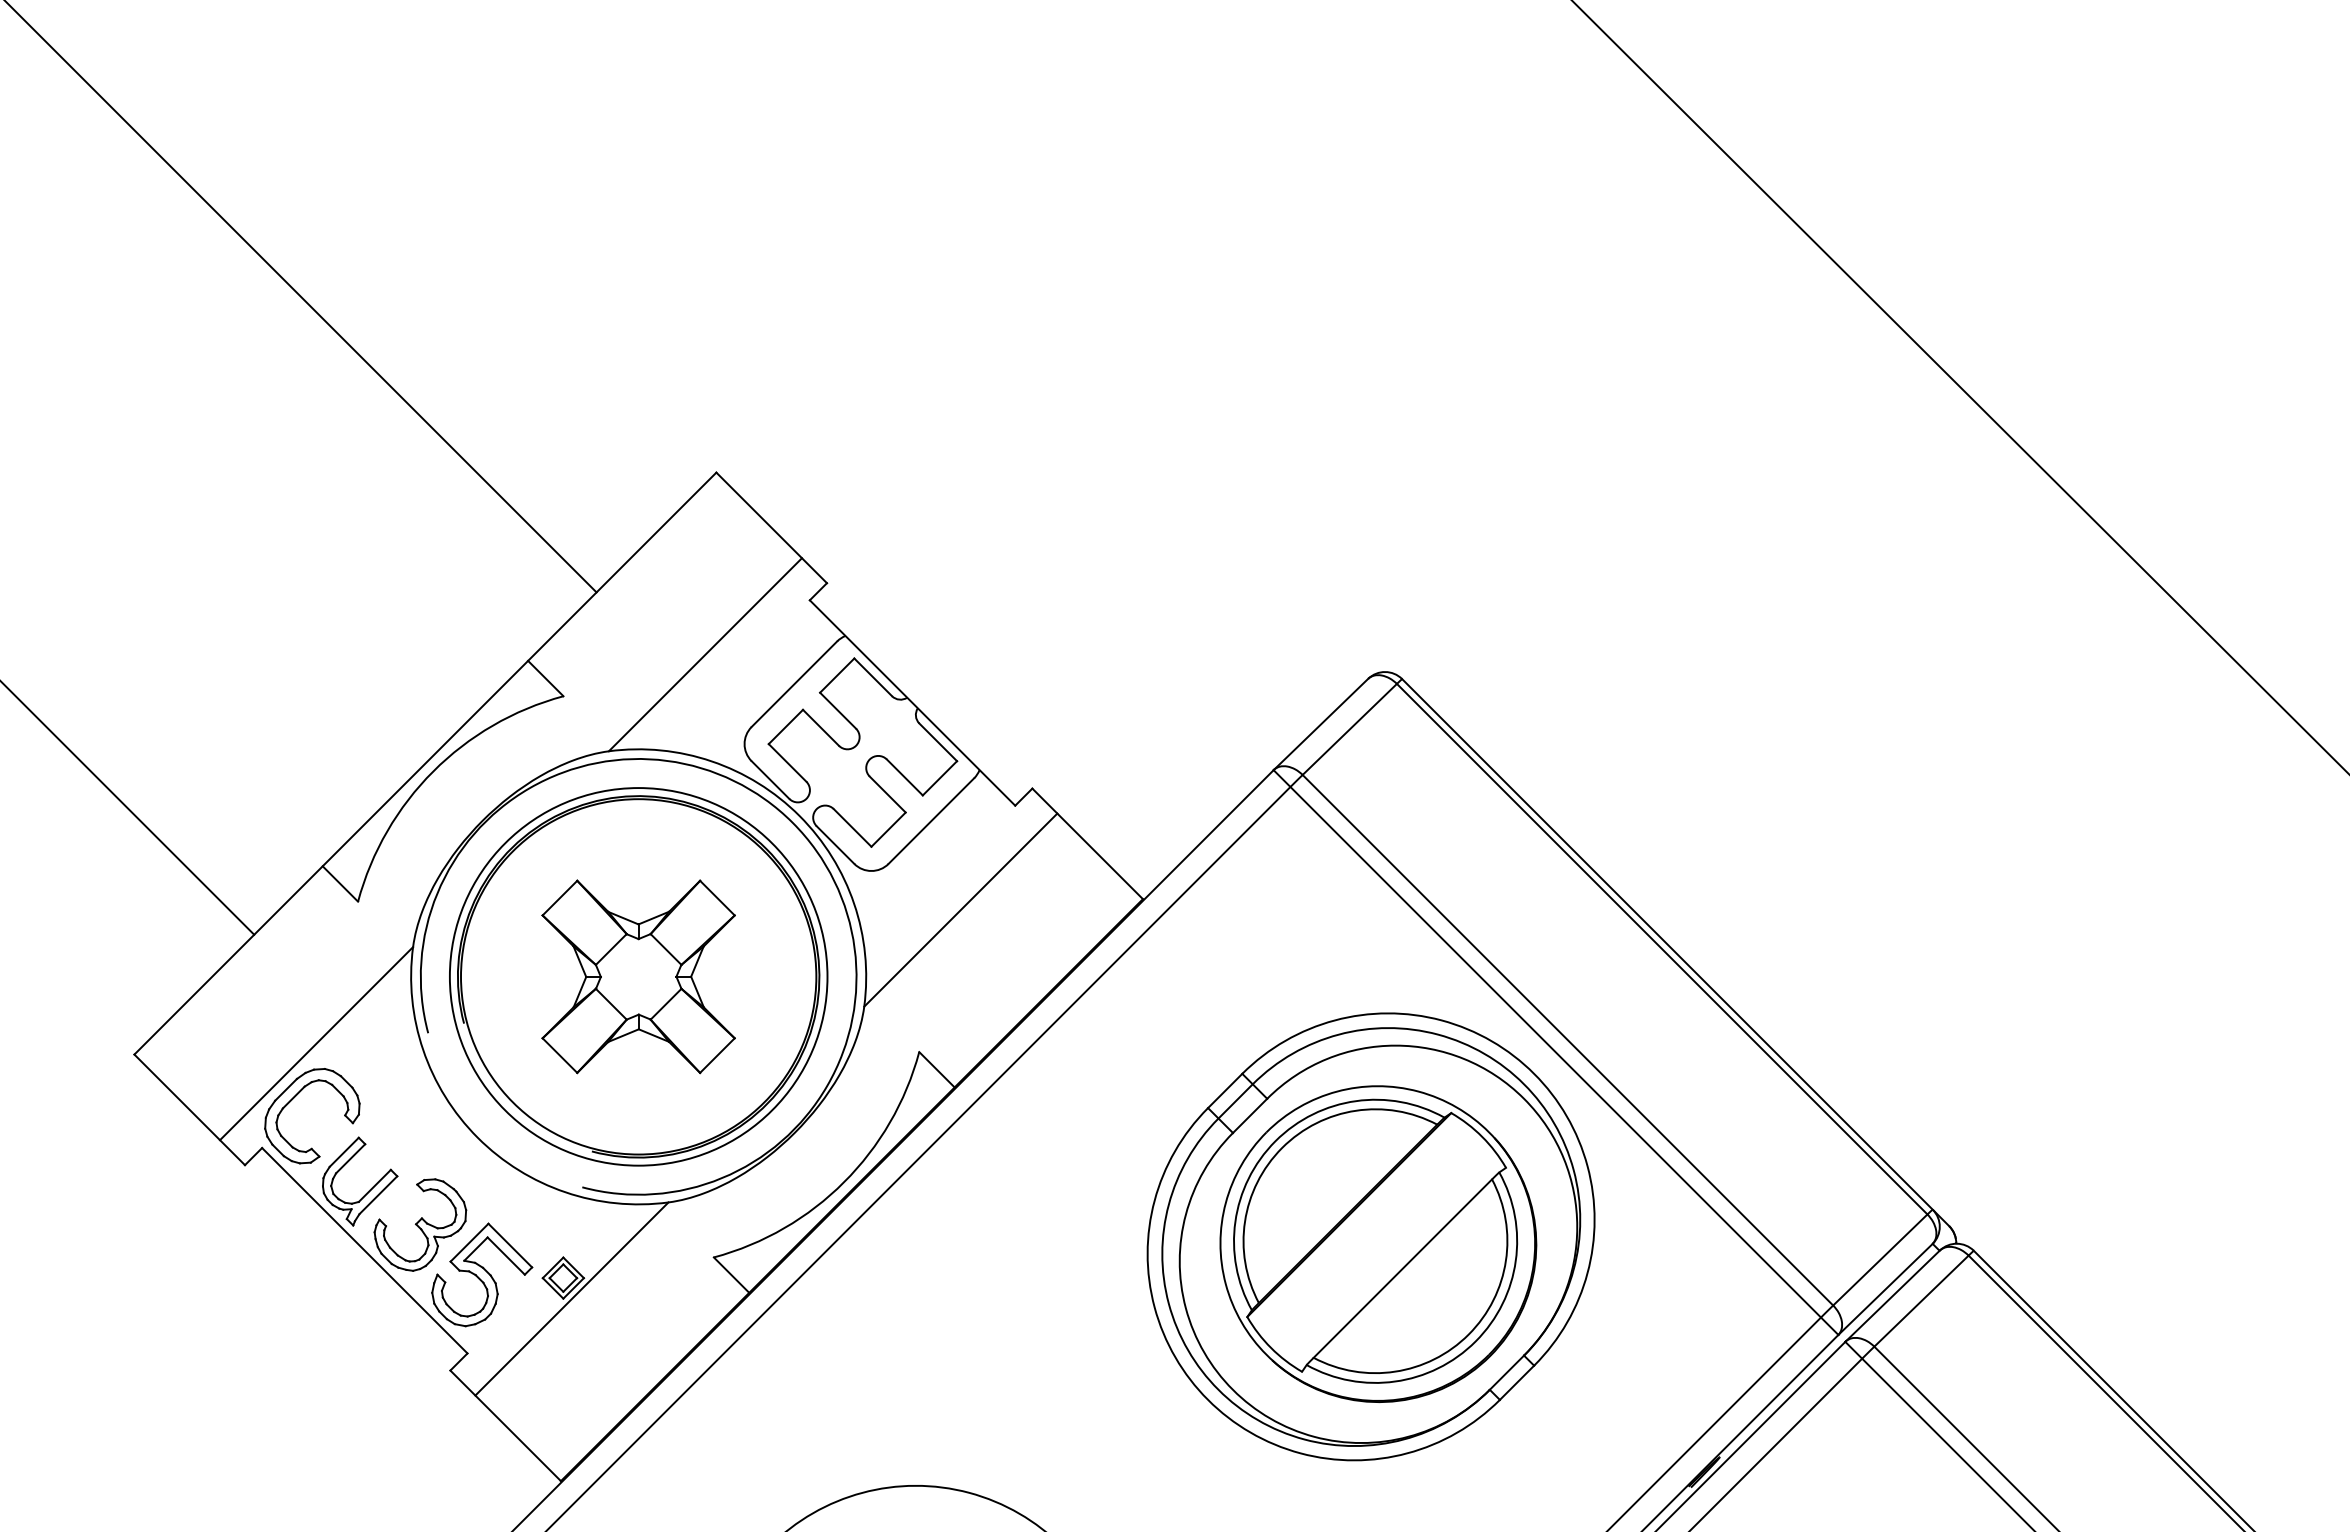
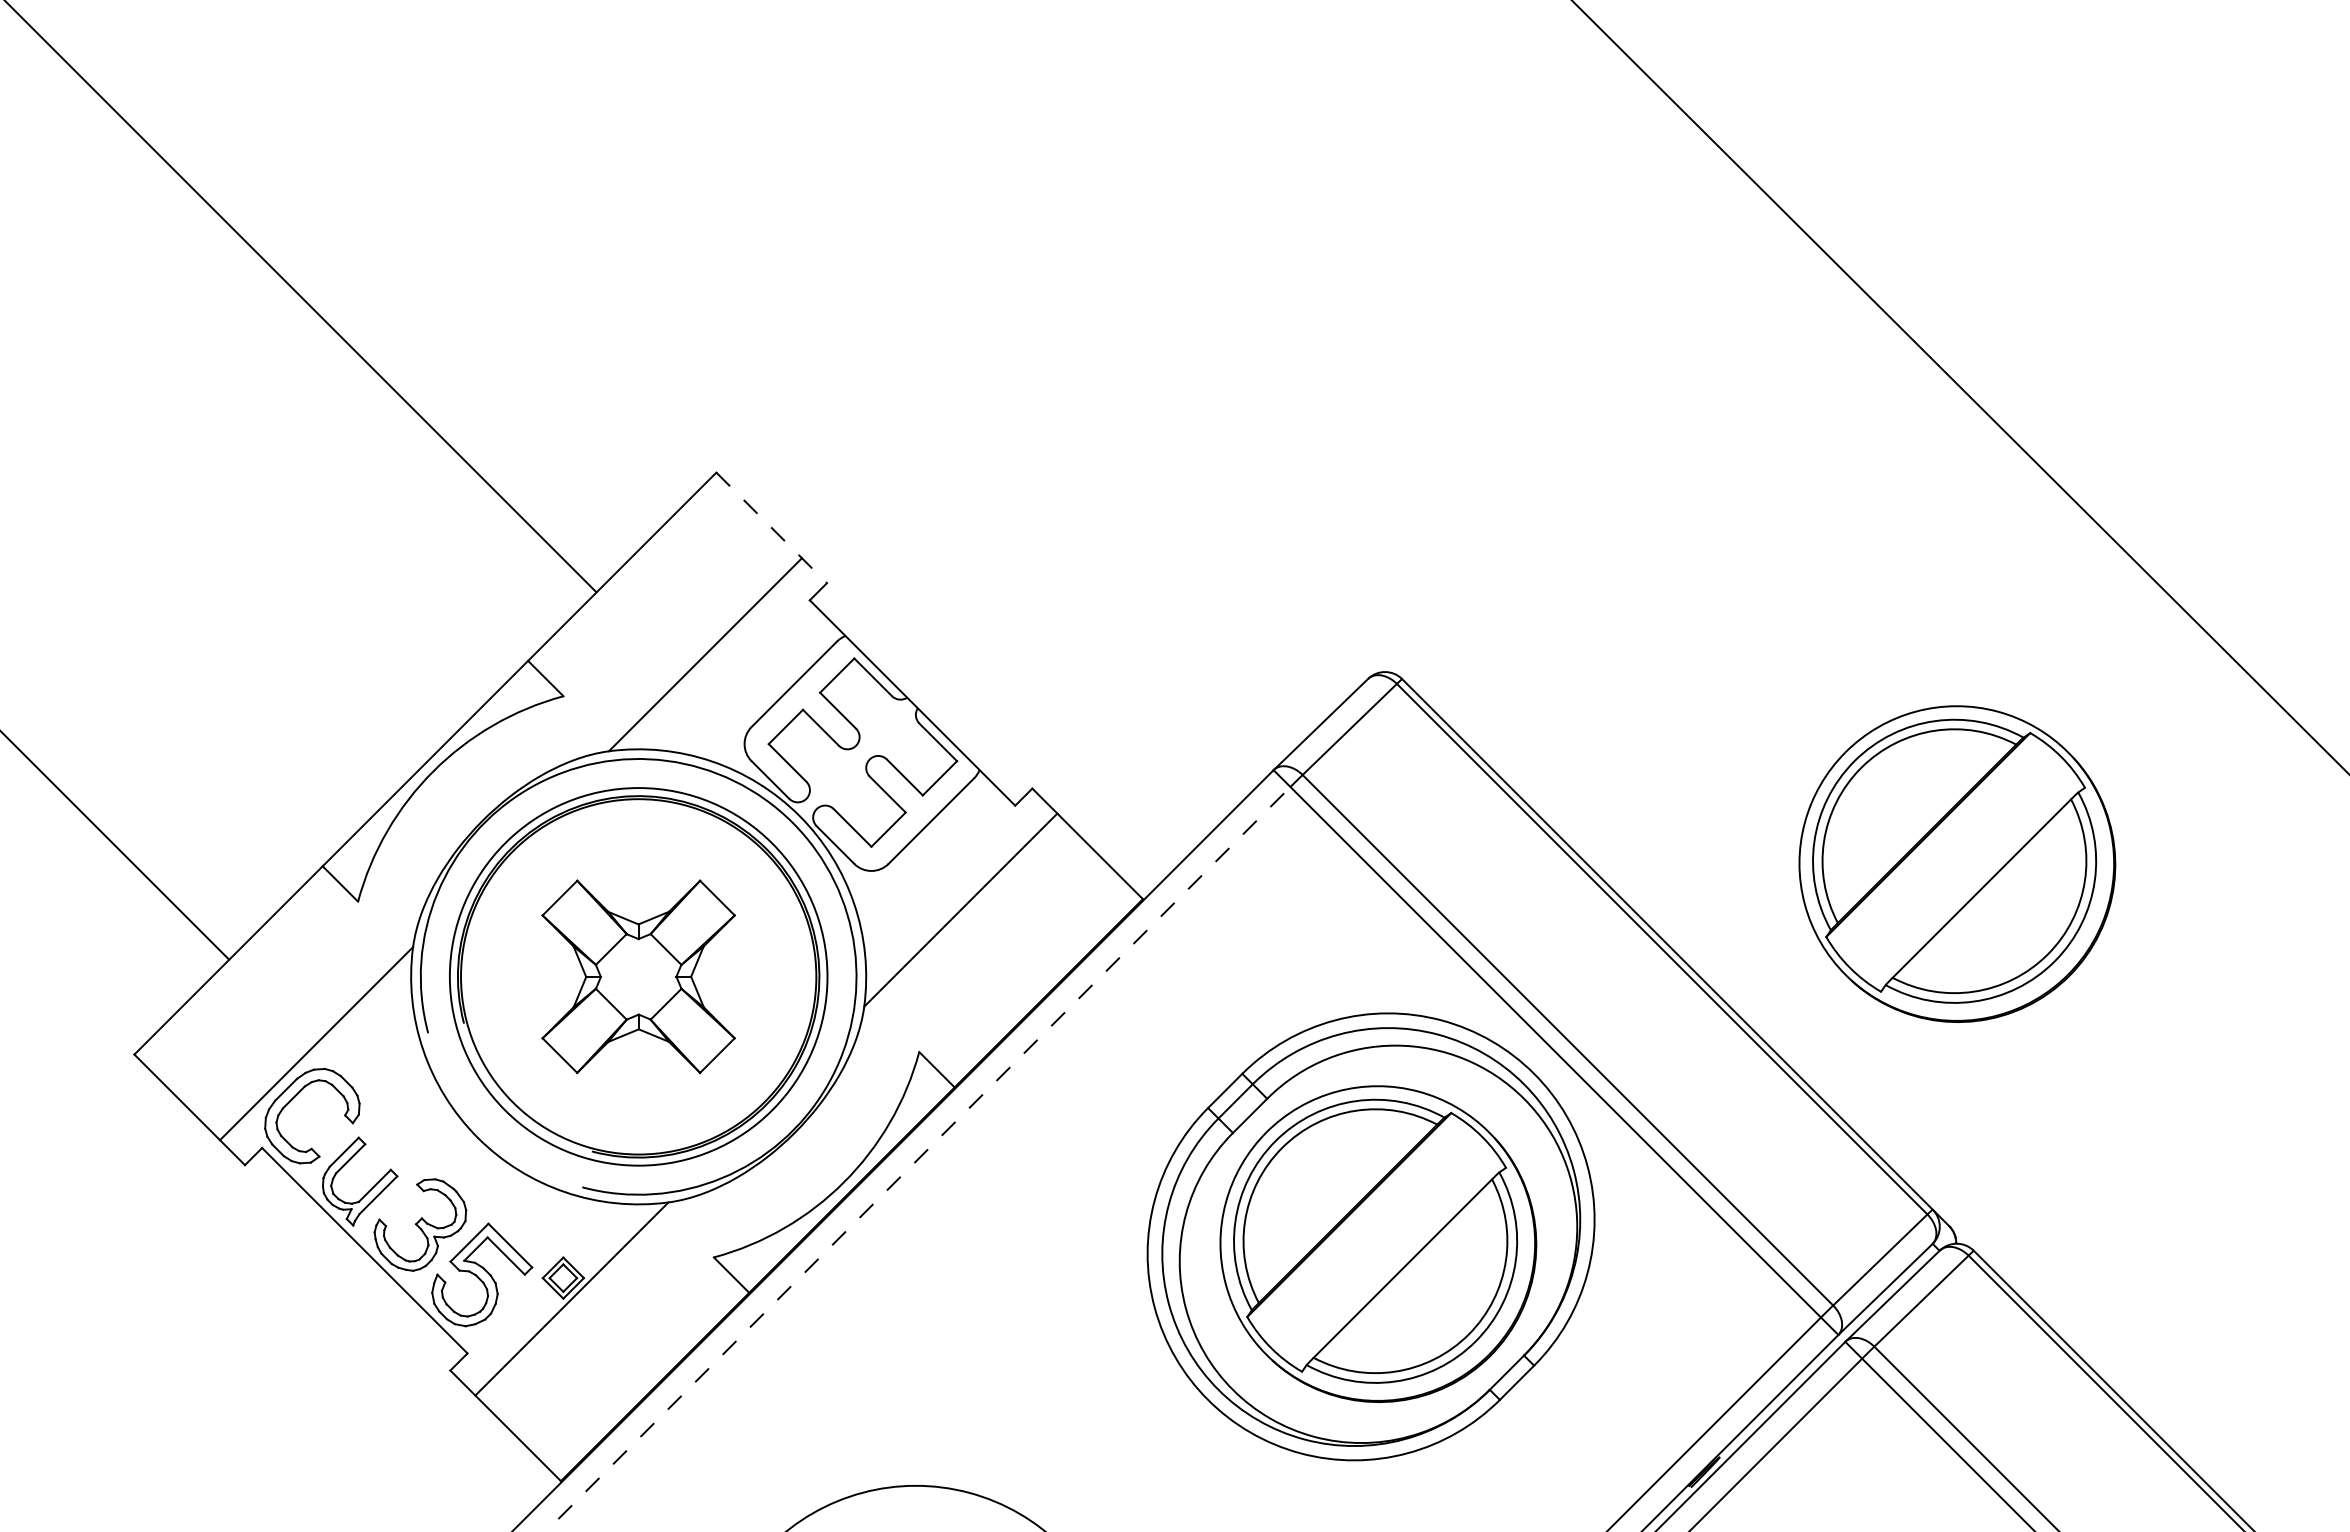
line at (772, 528): solid -> dashed
line at (128, 808) position: (128, 808) -> (115, 845)
part at (1957, 863): none -> present
line at (918, 1159): solid -> dashed
